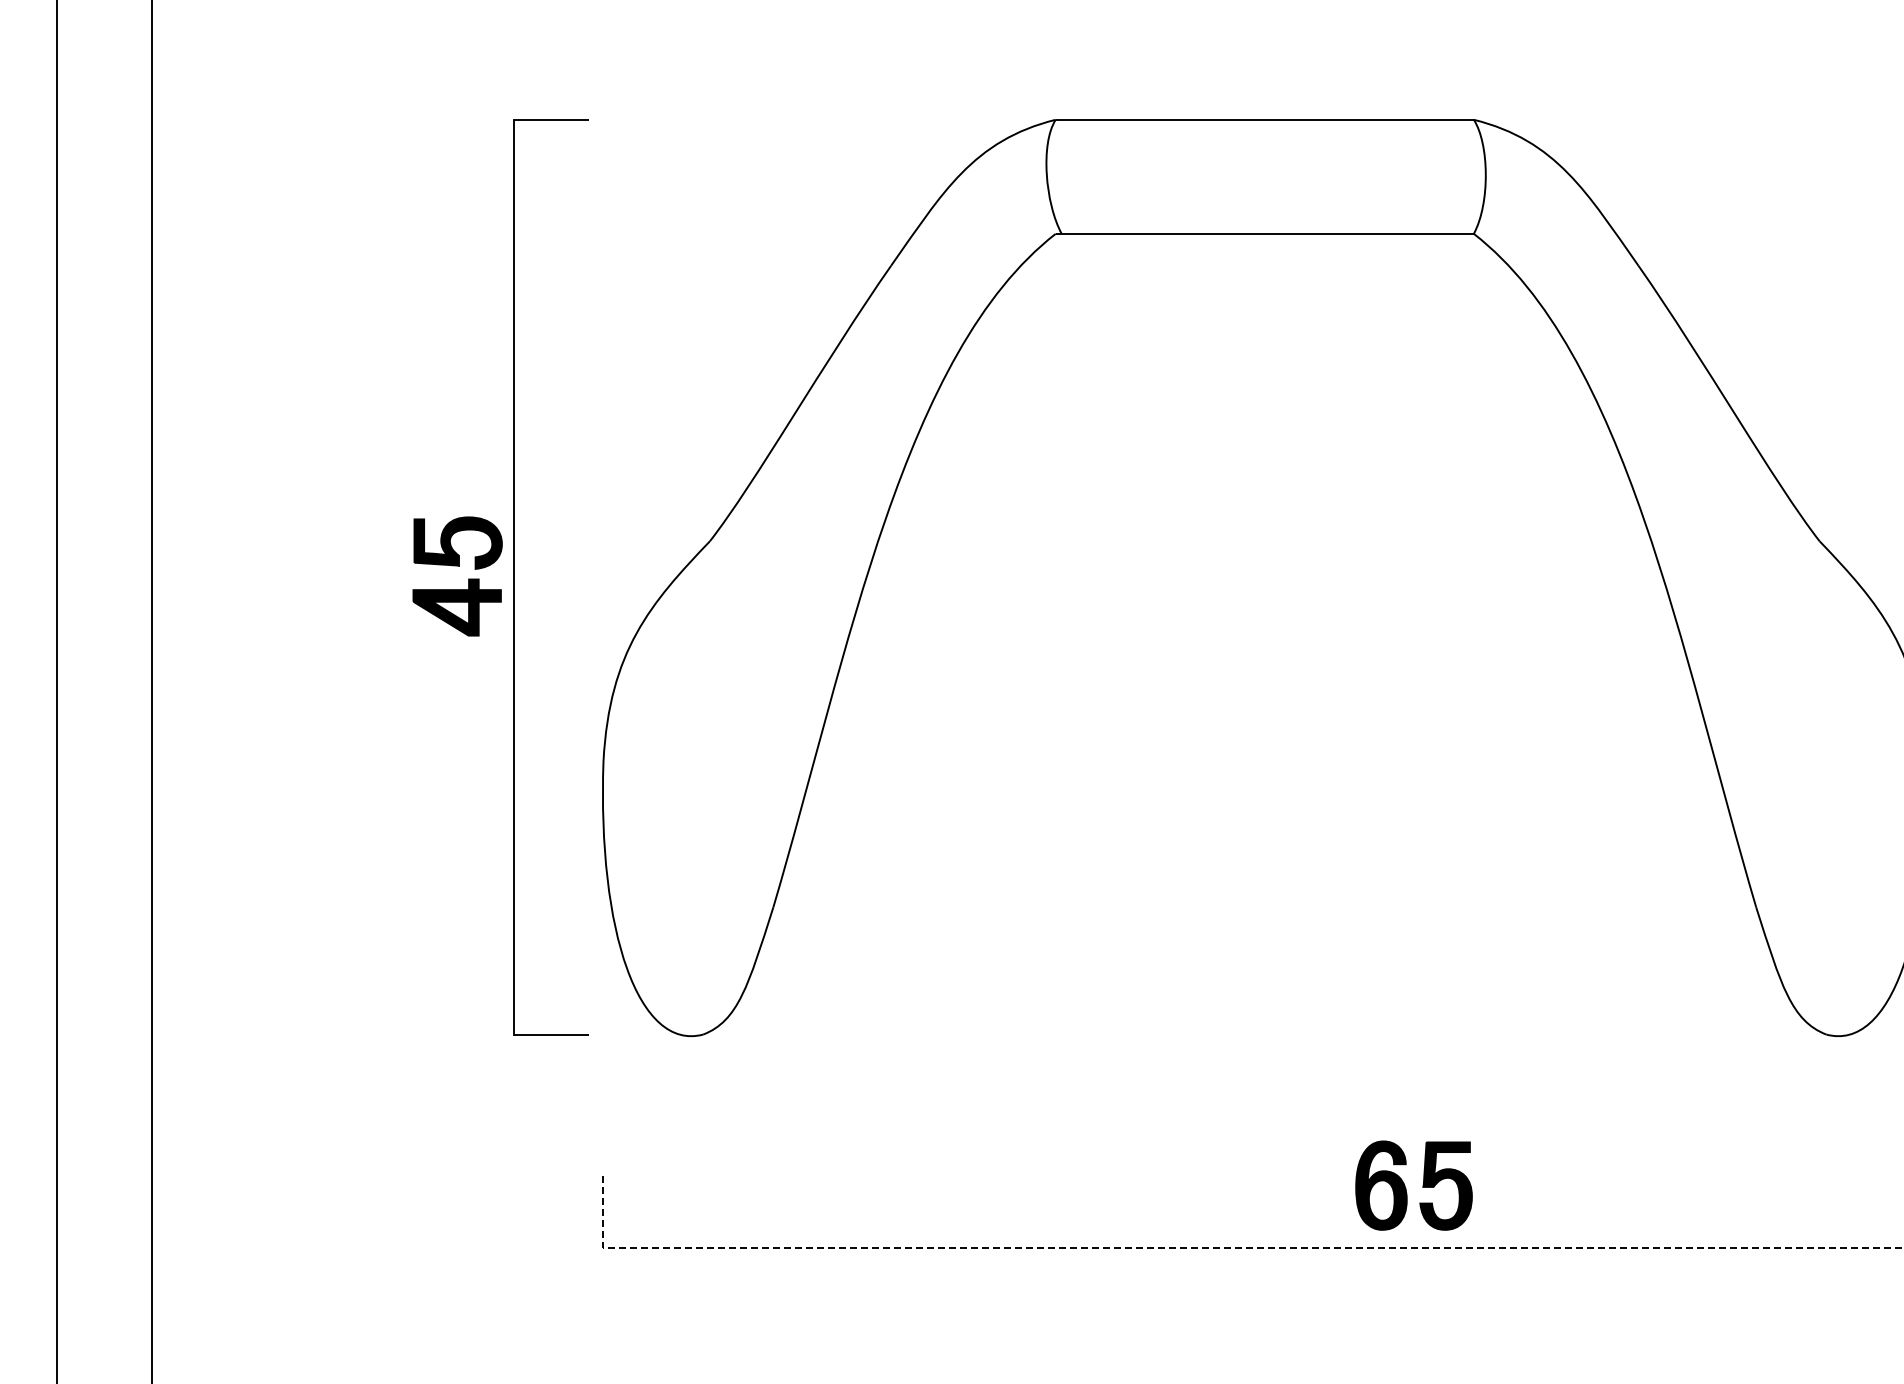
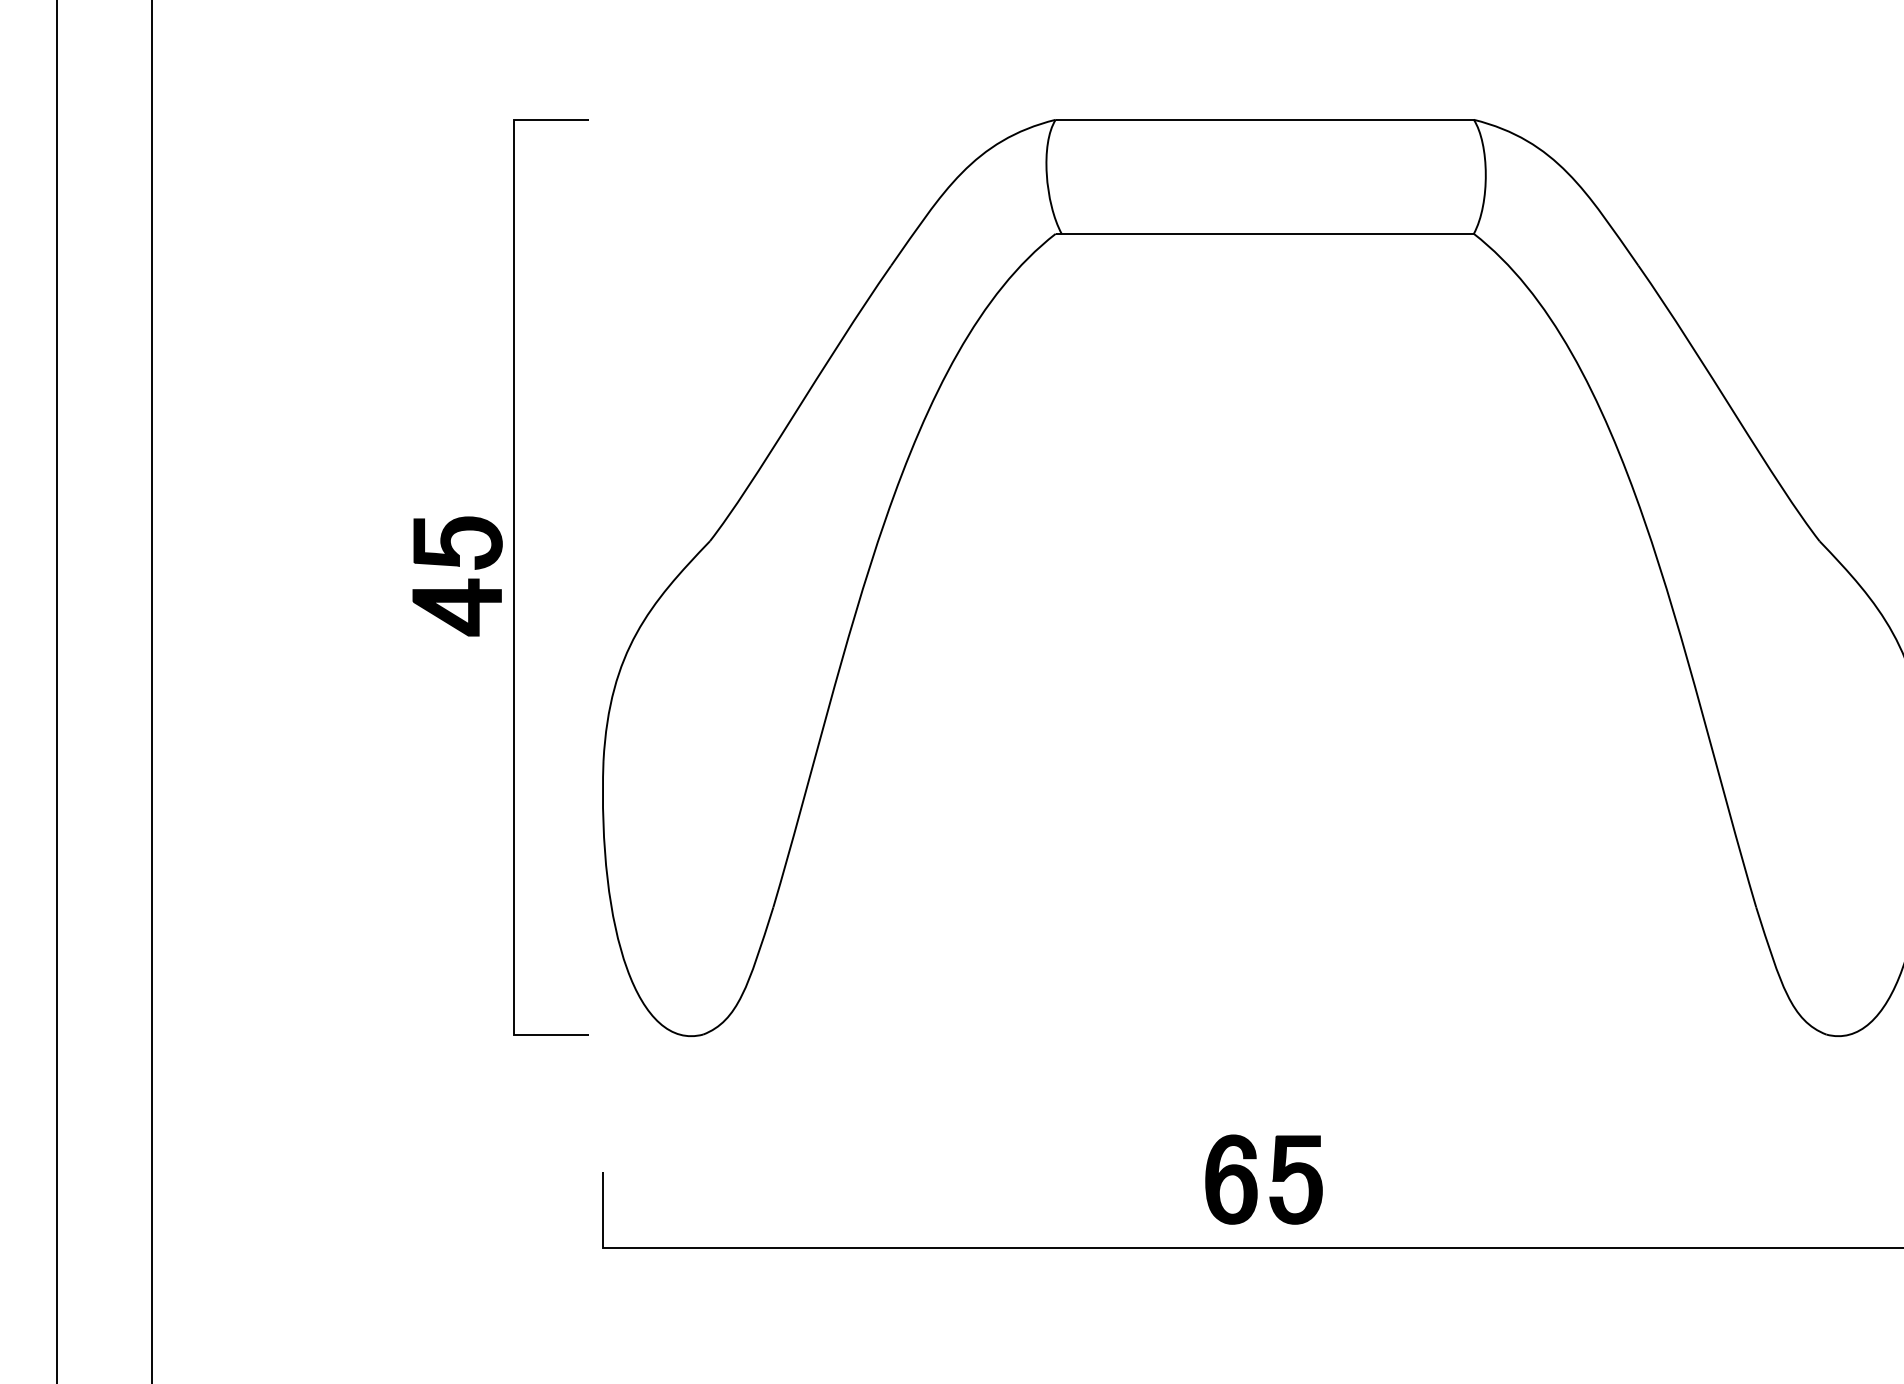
part at (1406, 1188) position: (1406, 1188) -> (1256, 1182)
line at (1214, 1247): dashed -> solid
